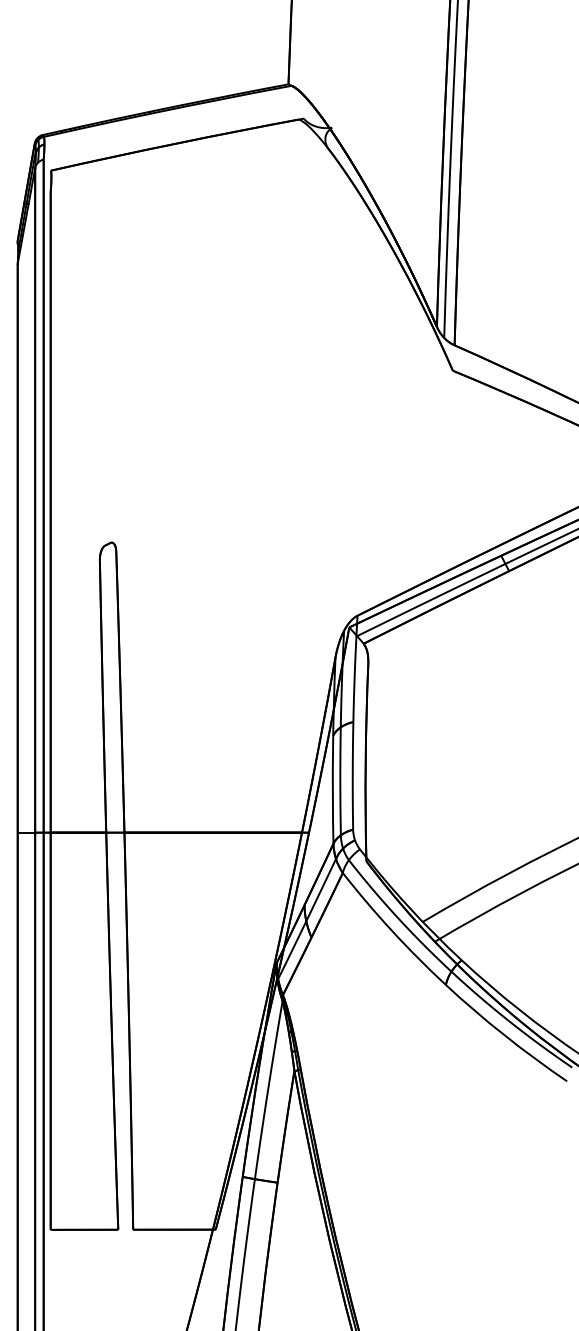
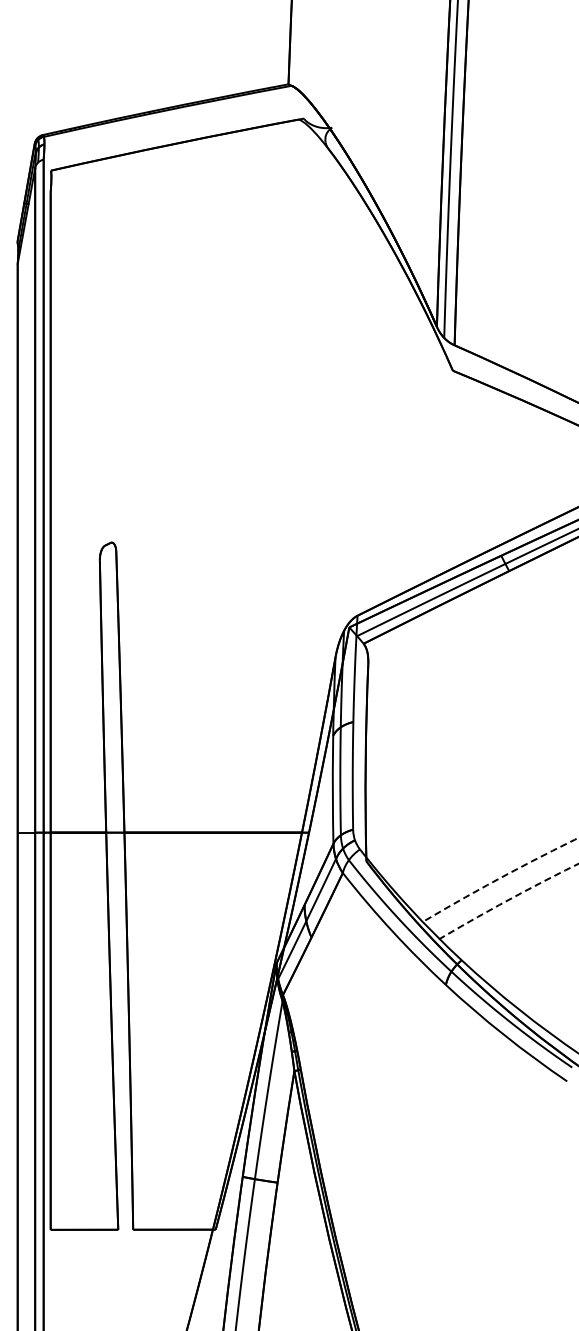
arc at (500, 878): solid -> dashed
arc at (505, 901): solid -> dashed
